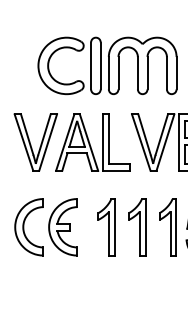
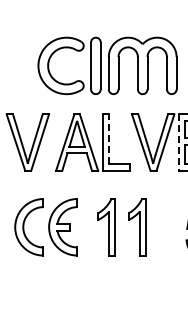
line at (108, 139): solid -> dashed
part at (35, 142) position: (35, 142) -> (27, 142)
line at (178, 143): solid -> dashed
part at (167, 227): present -> none
